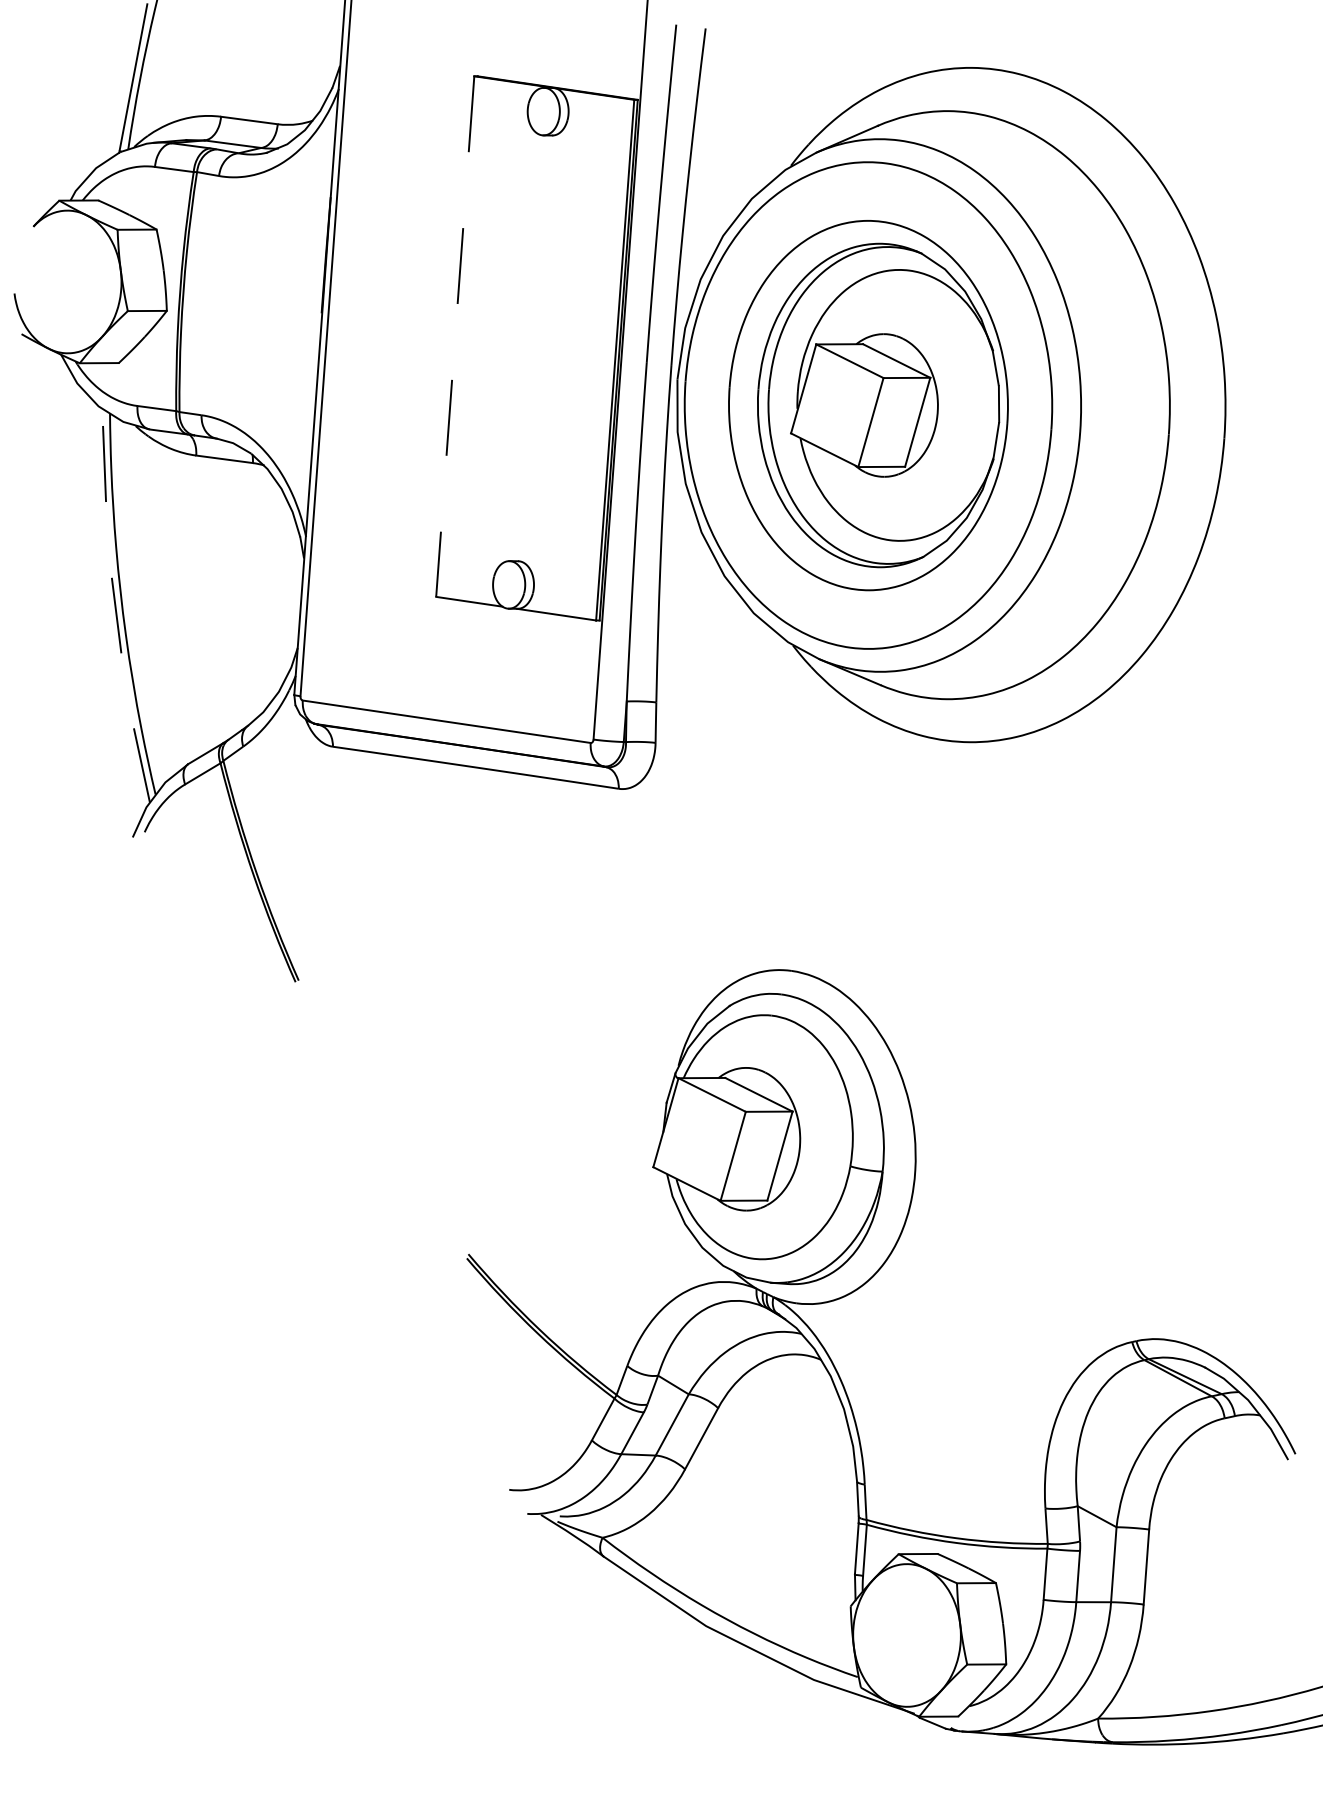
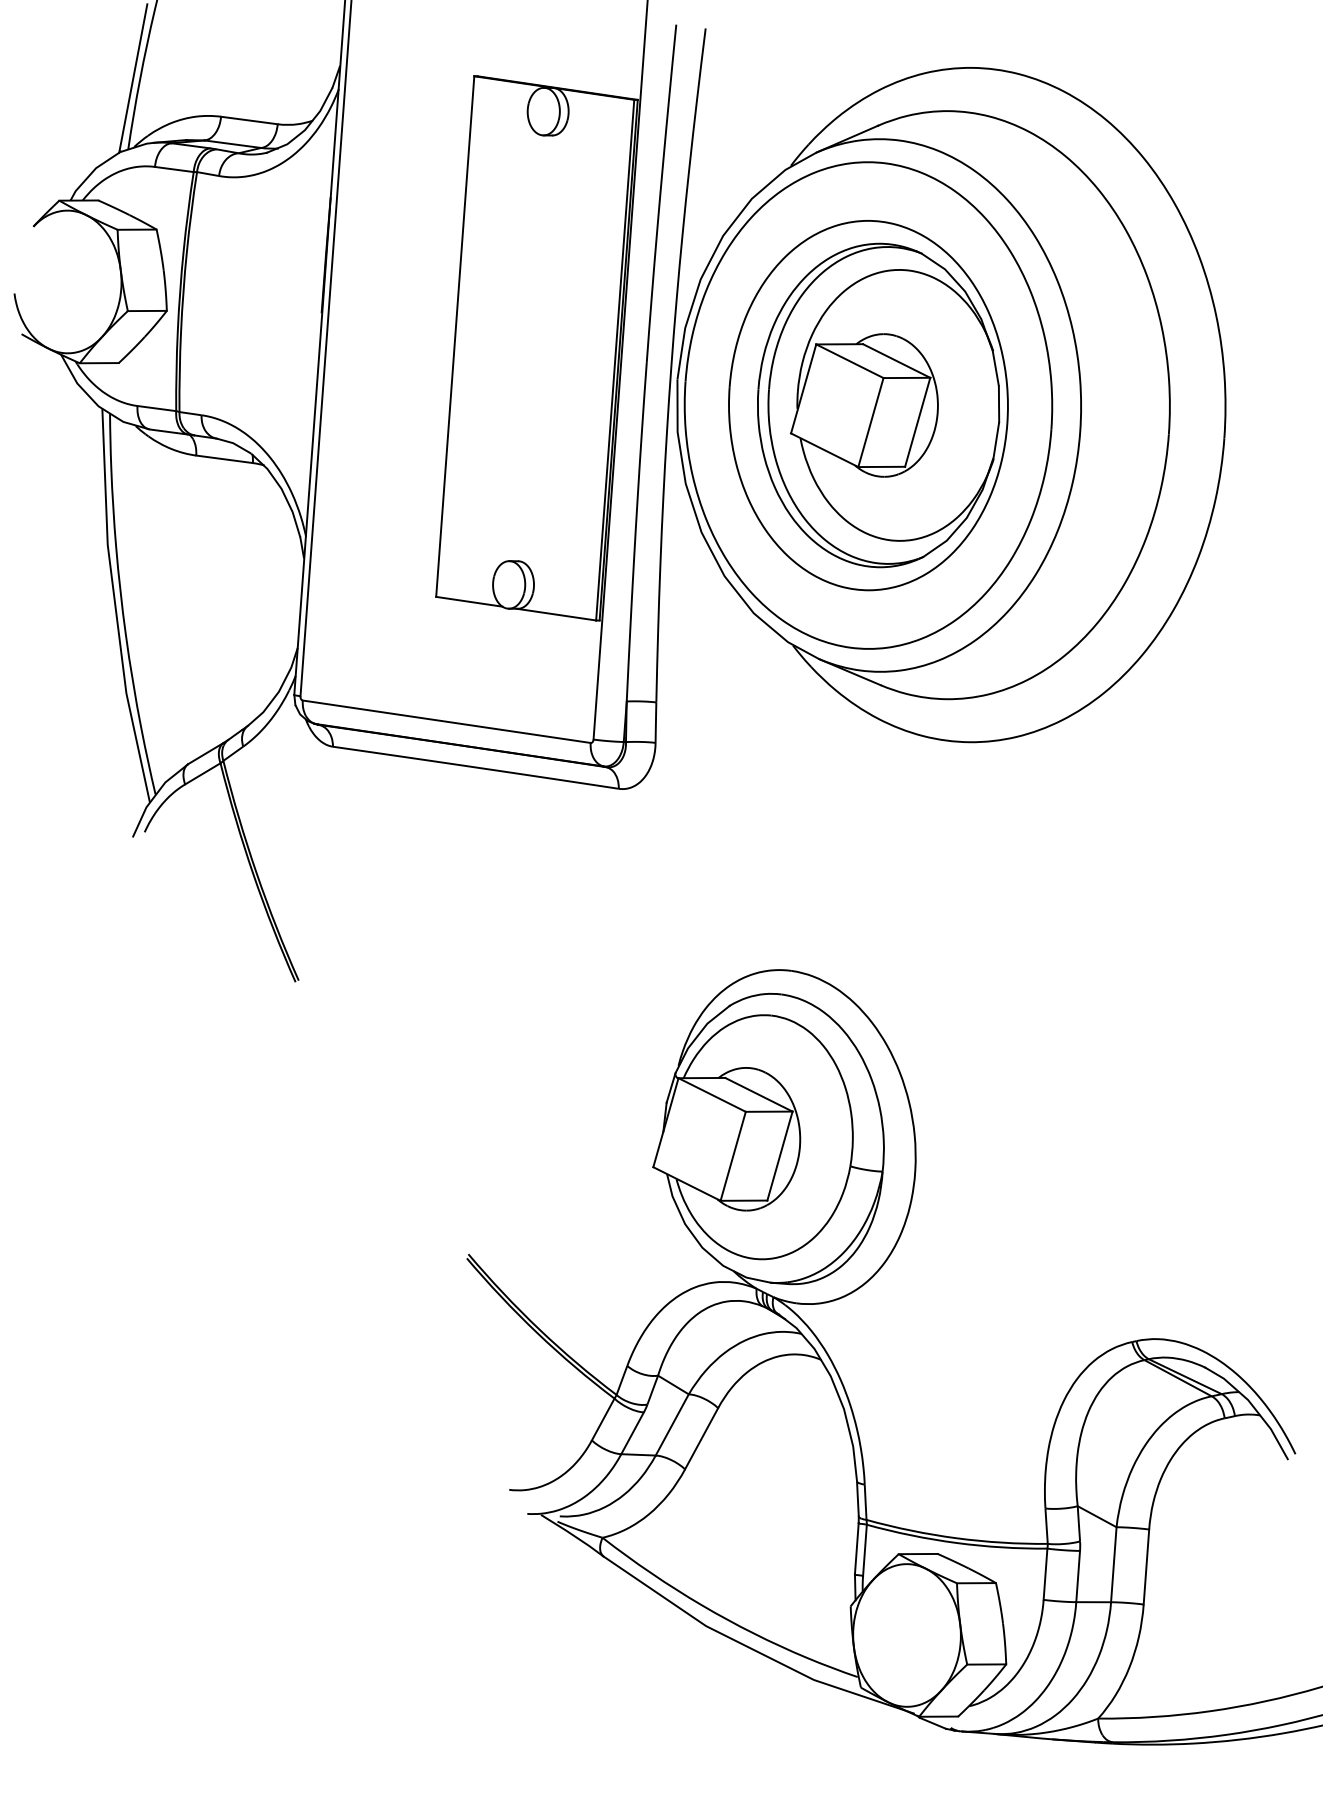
line at (455, 337): dashed -> solid
line at (115, 606): dashed -> solid
